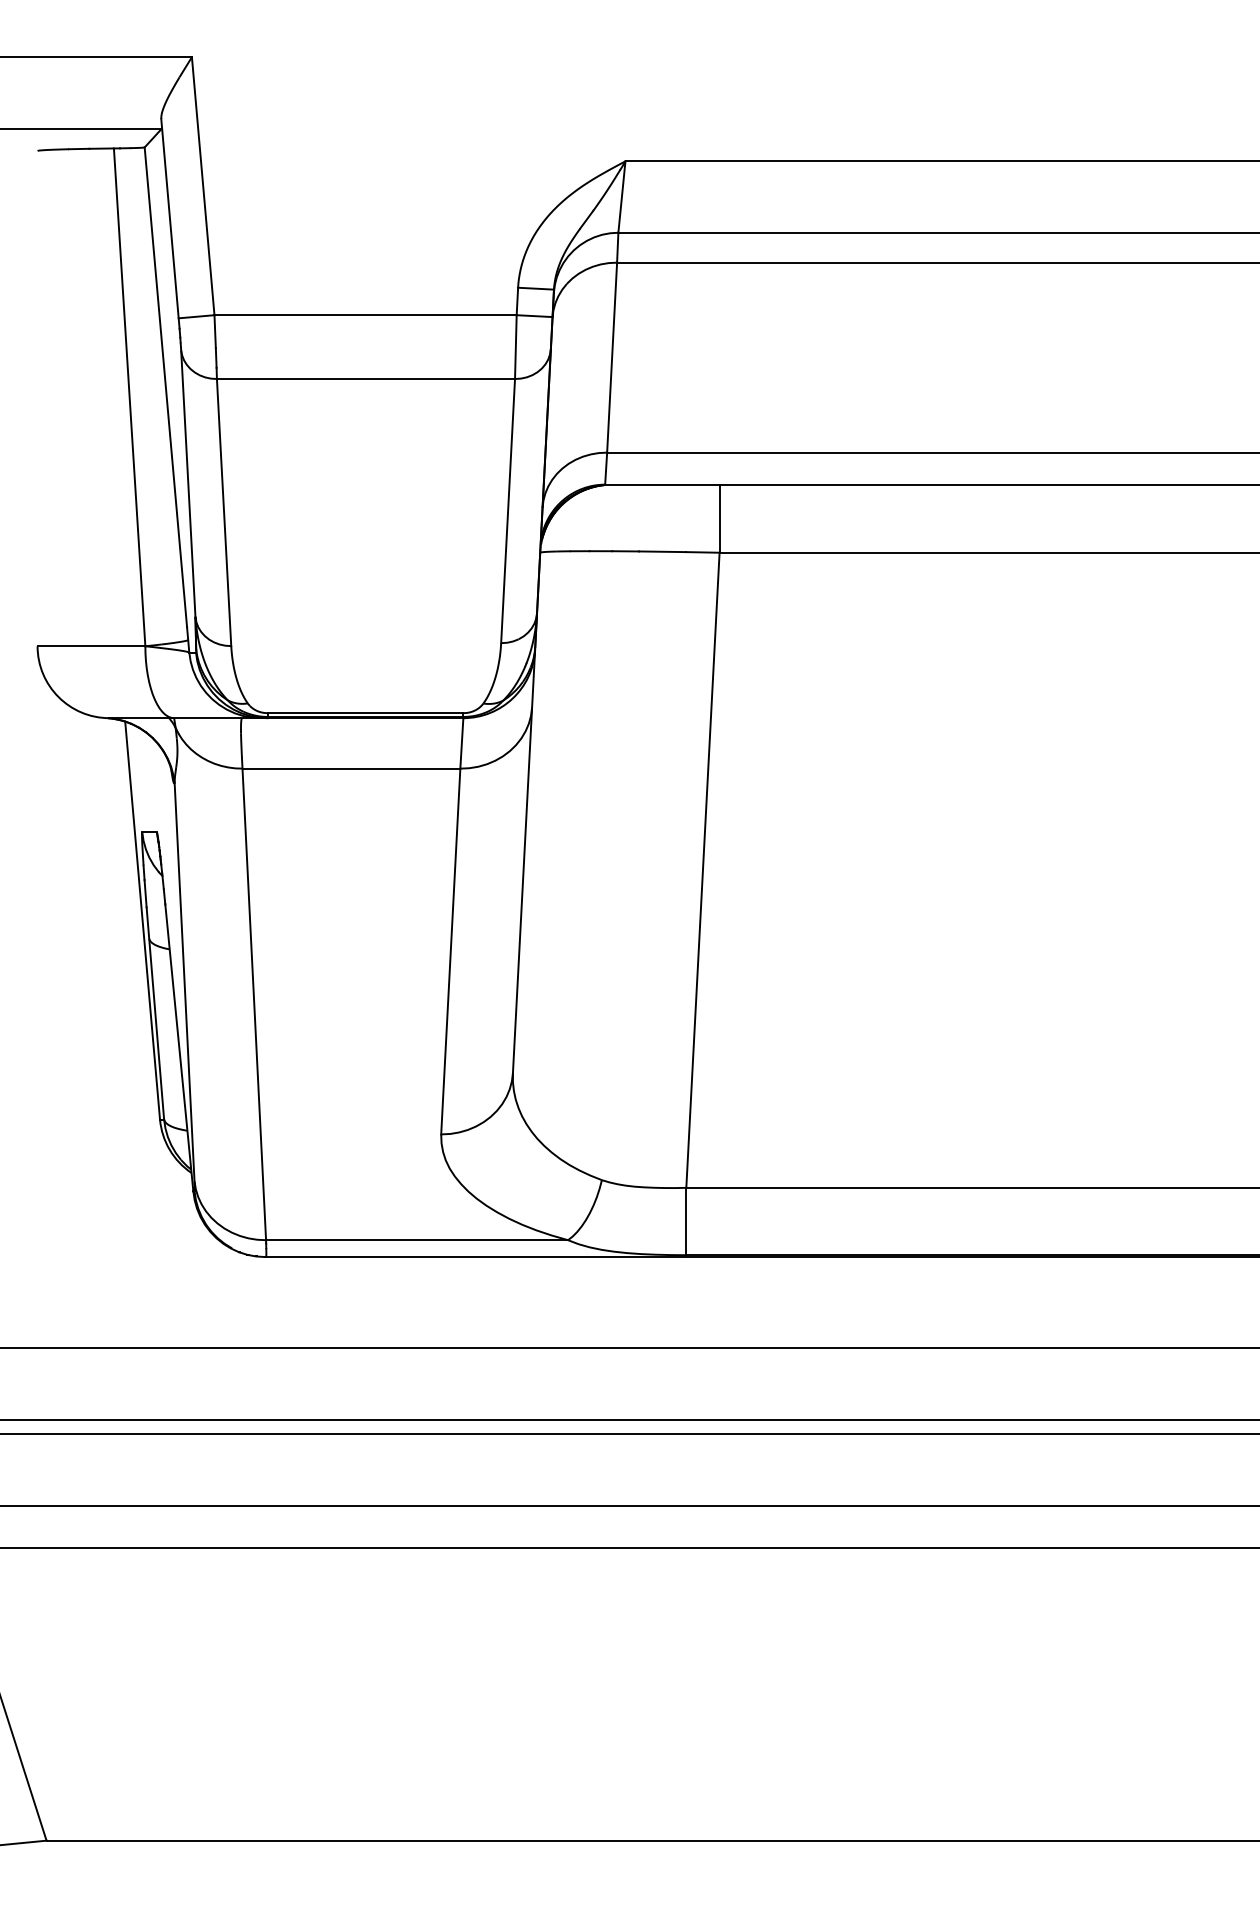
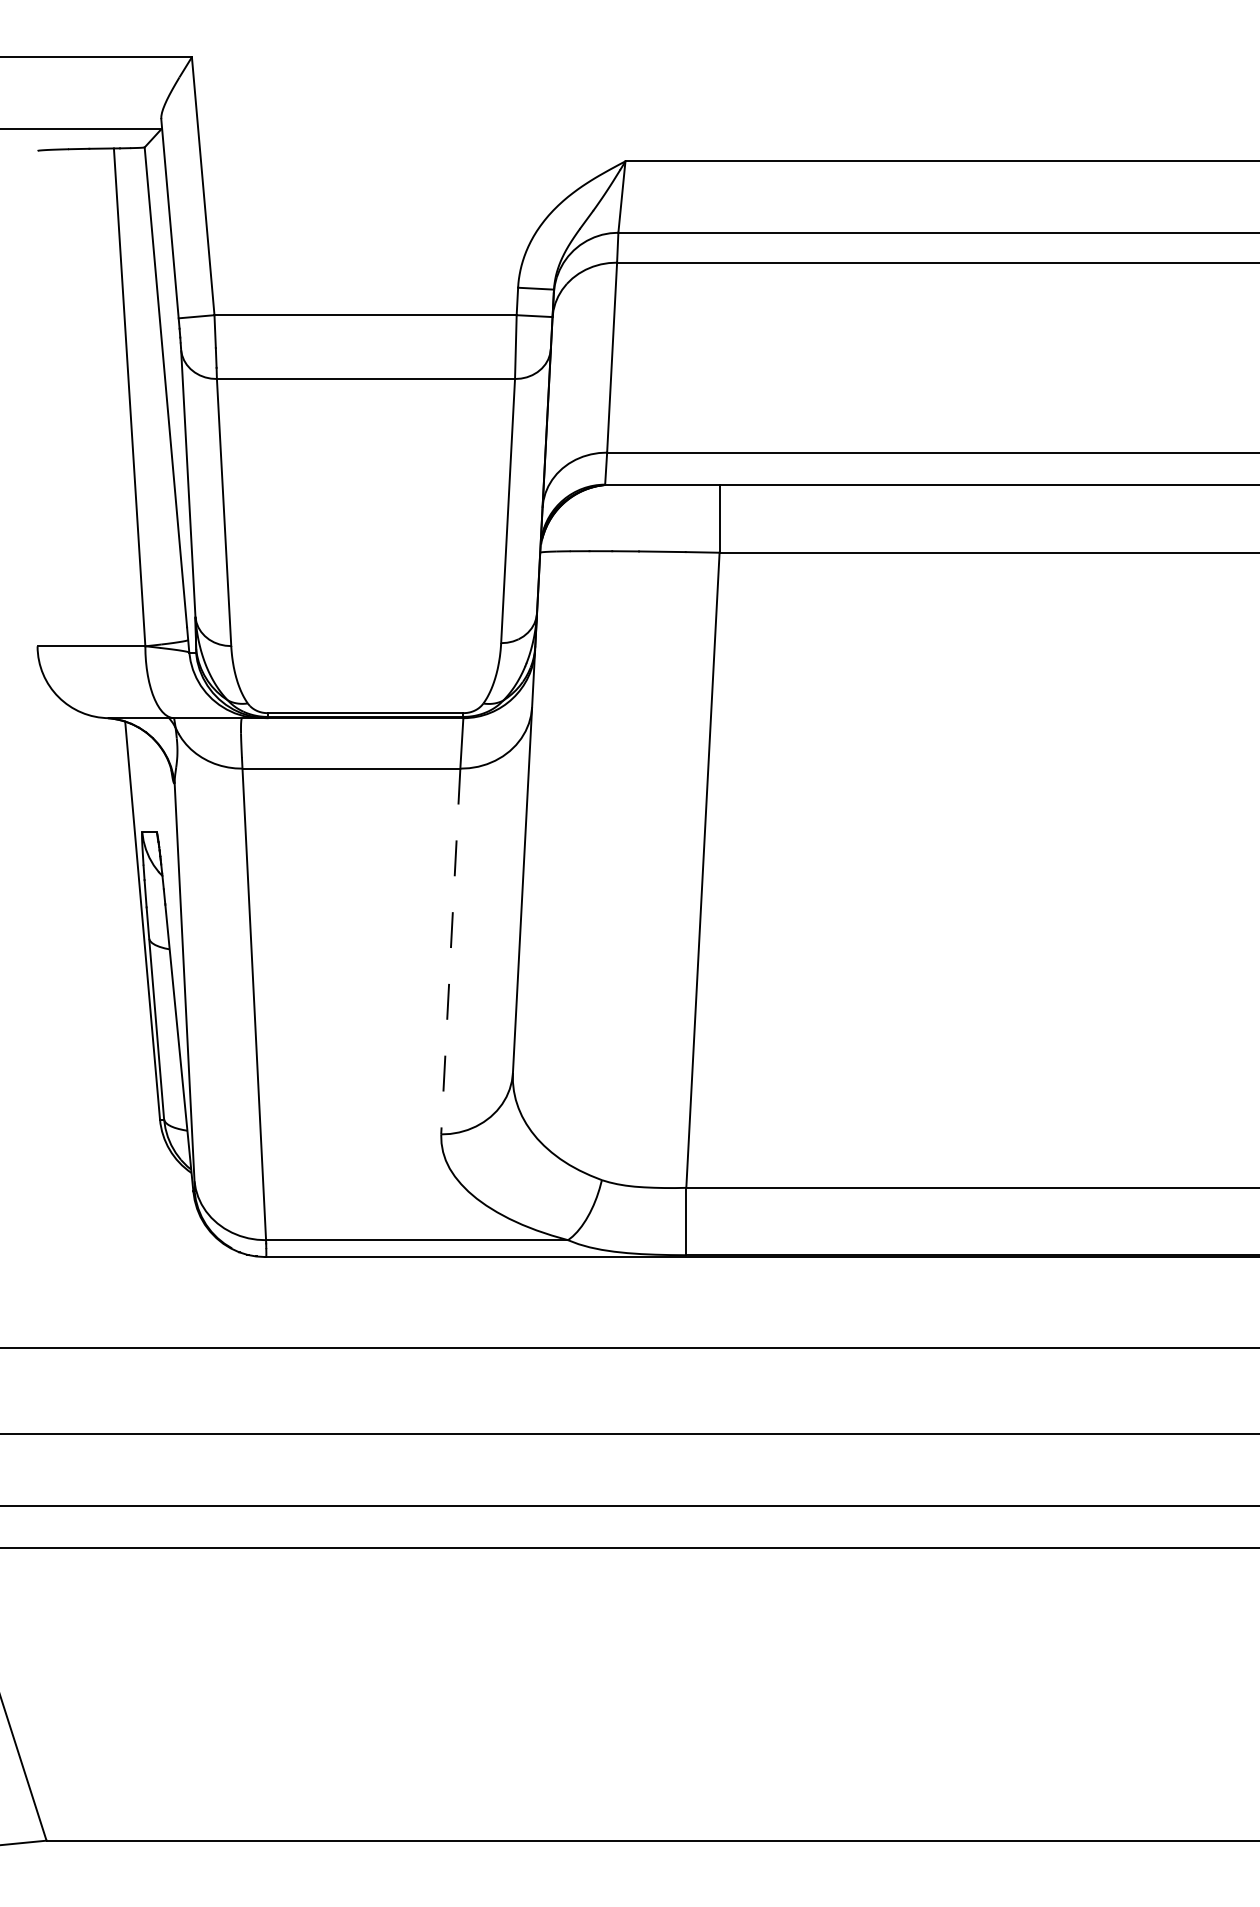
line at (450, 952): solid -> dashed
line at (629, 1419): present -> none
